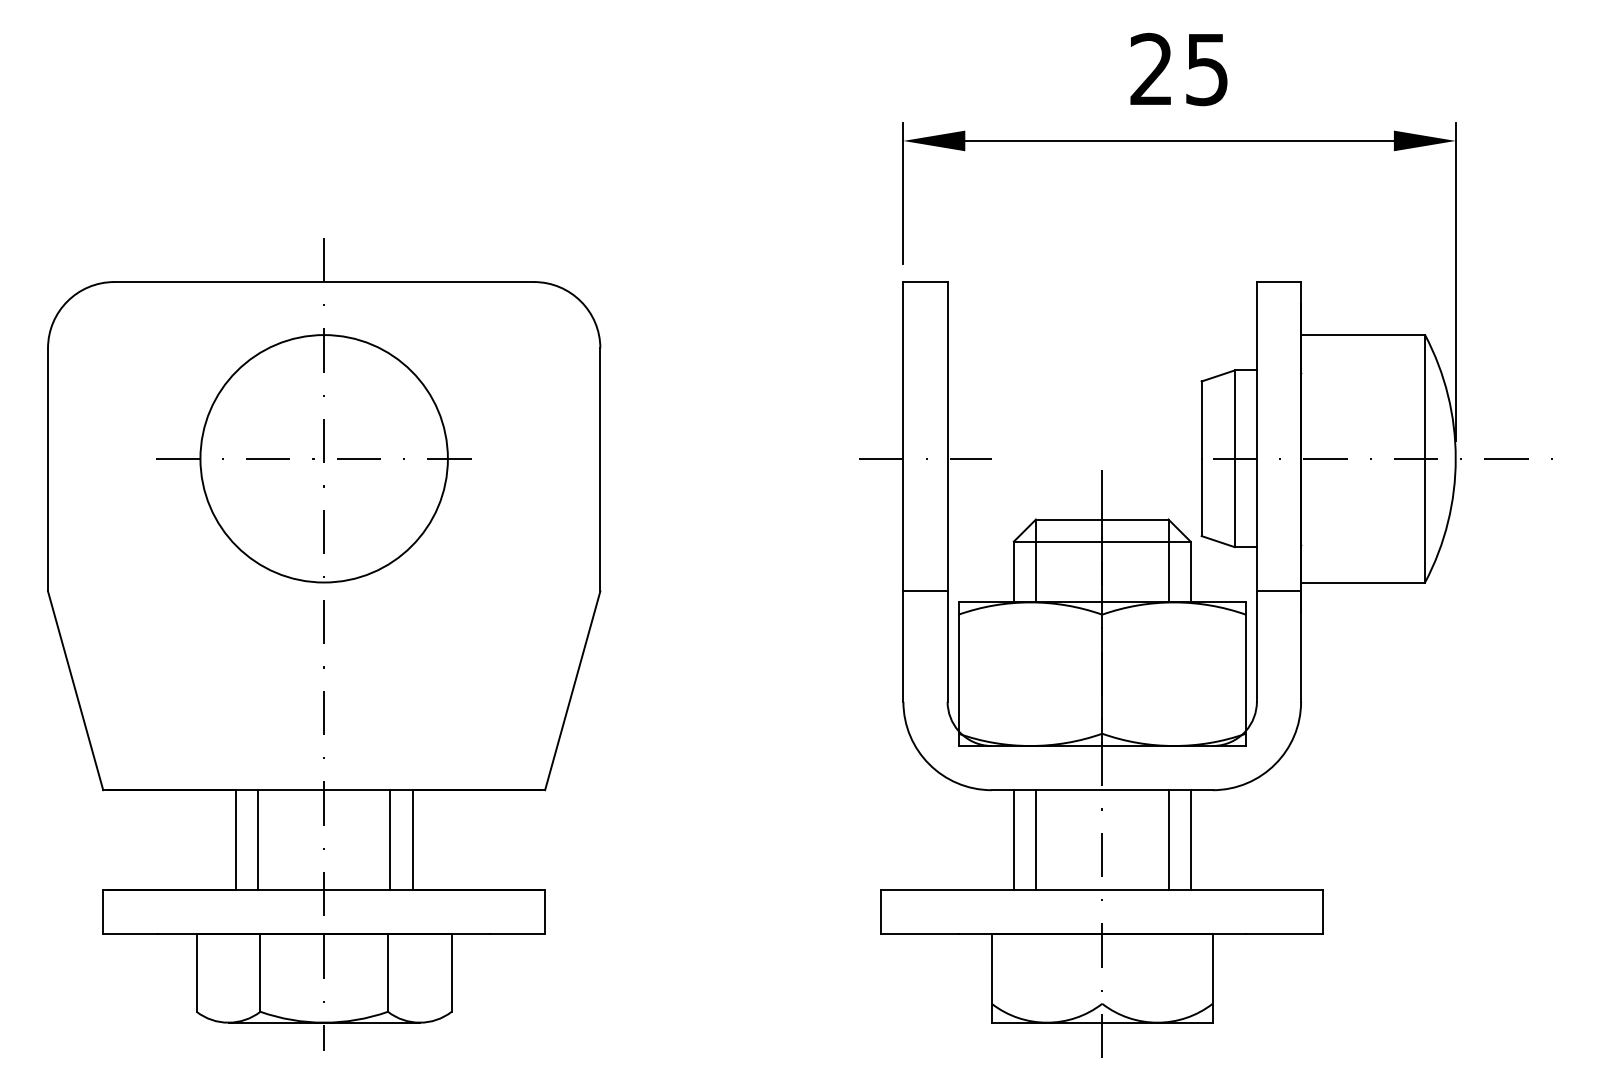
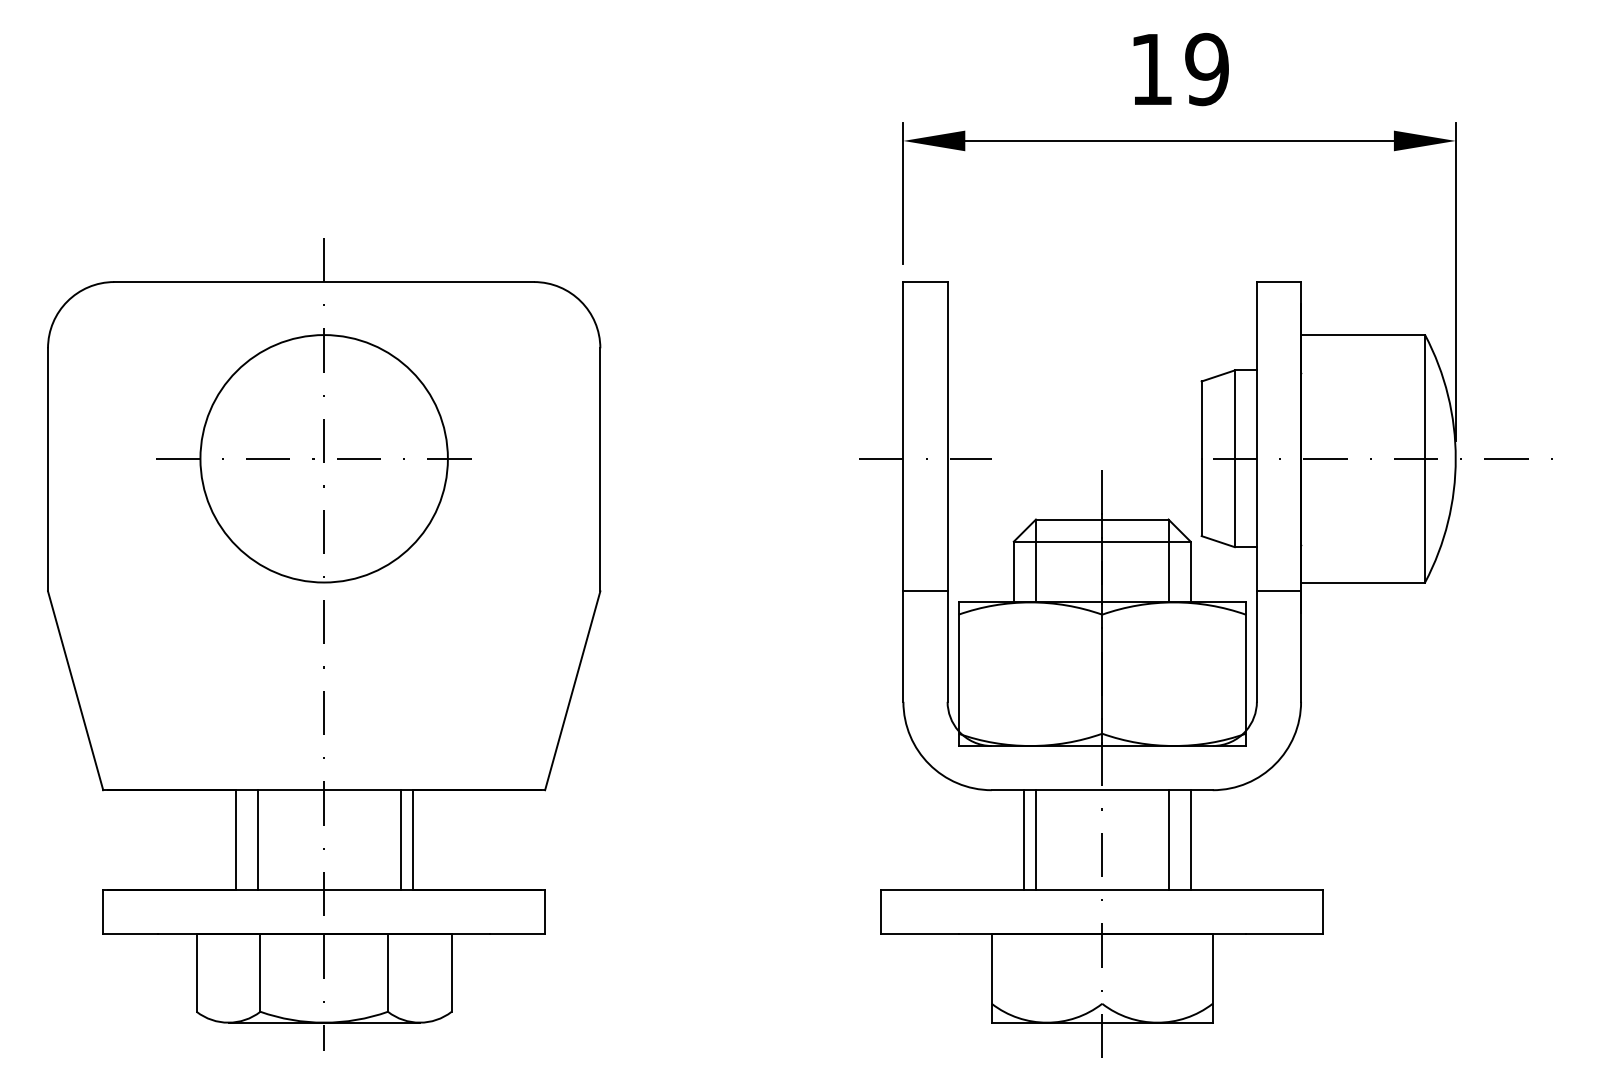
text at (1179, 68): 25 -> 19
line at (390, 840) position: (390, 840) -> (401, 840)
line at (1013, 840) position: (1013, 840) -> (1023, 840)
